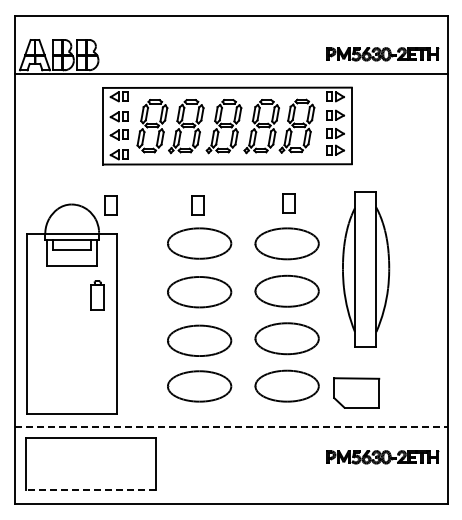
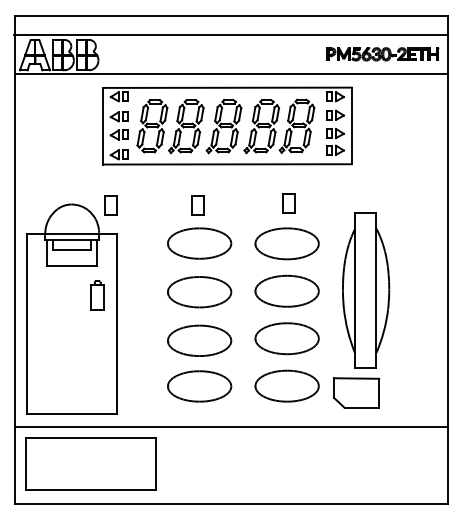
line at (230, 35): none -> present
part at (366, 269) position: (366, 269) -> (366, 290)
line at (231, 426): dashed -> solid
part at (382, 457): present -> none
line at (90, 489): dashed -> solid
